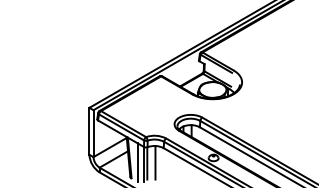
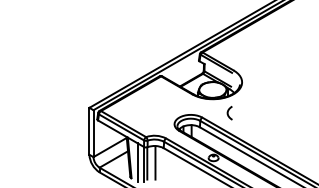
curve at (228, 113): none -> present
